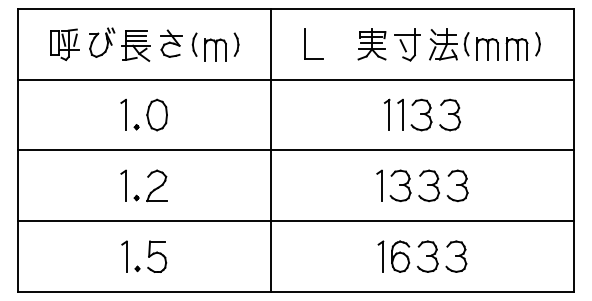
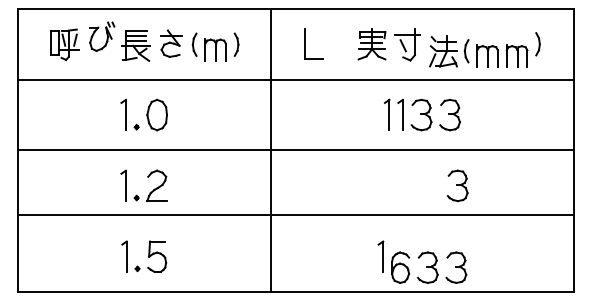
part at (102, 42) position: (102, 42) -> (102, 36)
part at (478, 44) position: (478, 44) -> (478, 51)
part at (407, 185): present -> none
line at (295, 221) position: (295, 221) -> (295, 215)
part at (429, 256) position: (429, 256) -> (429, 267)
